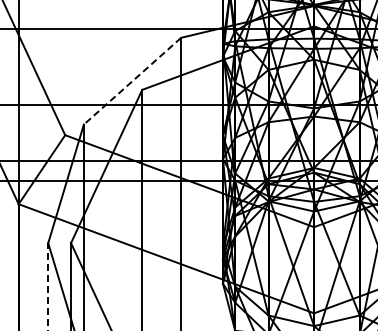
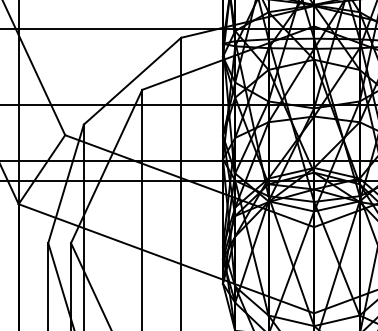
line at (132, 81): dashed -> solid
line at (48, 286): dashed -> solid
